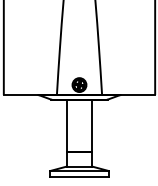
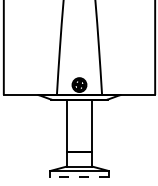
line at (79, 176): solid -> dashed
